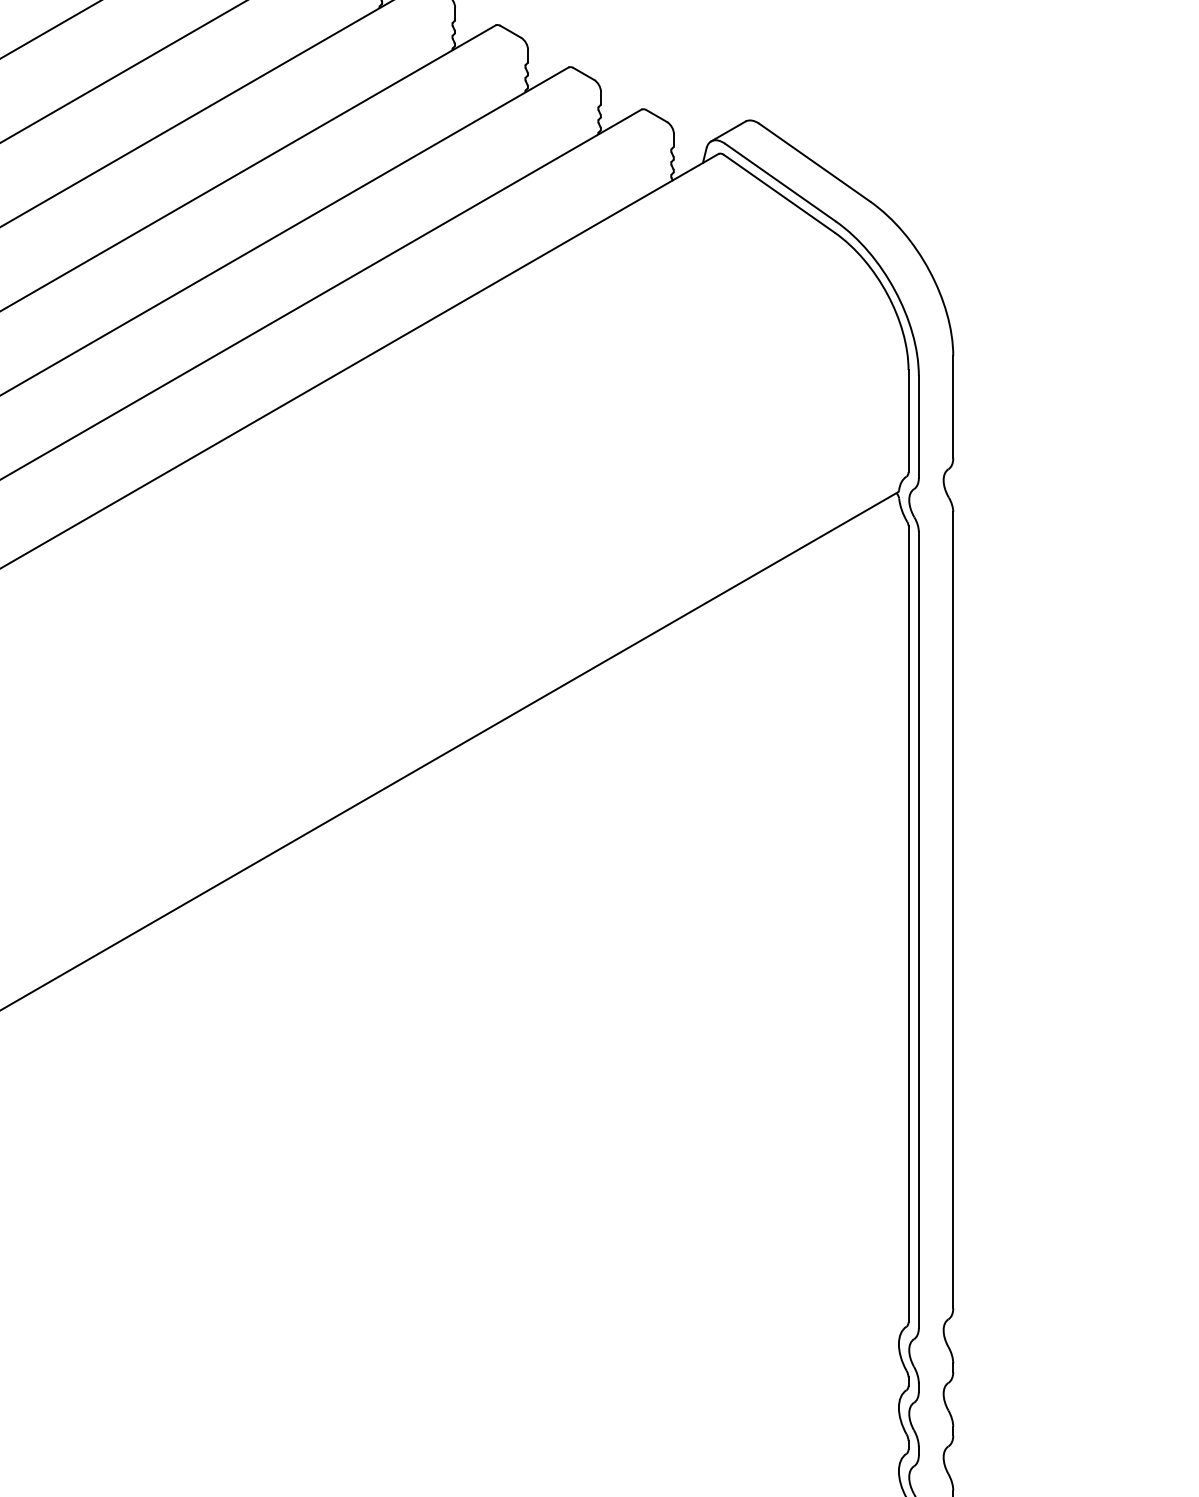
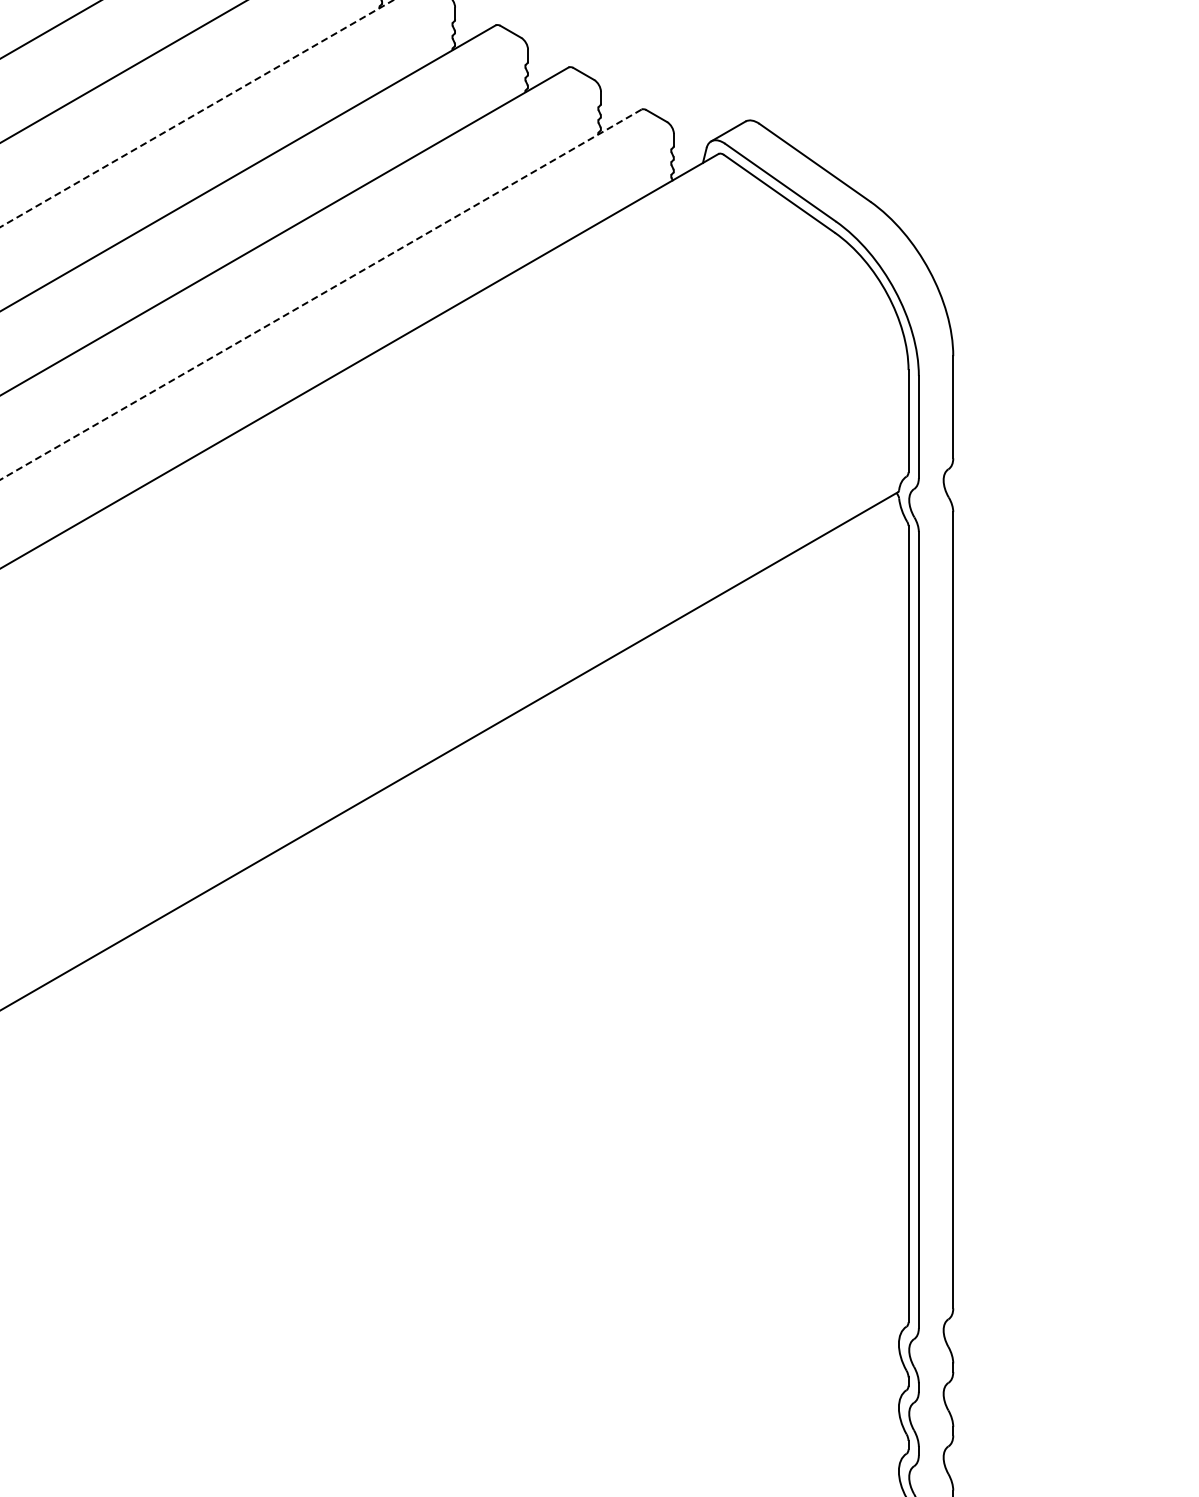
line at (196, 113): solid -> dashed
line at (321, 294): solid -> dashed
